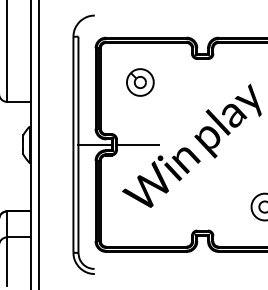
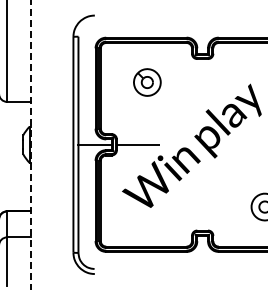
part at (140, 82) position: (140, 82) -> (147, 82)
line at (31, 144): solid -> dashed
line at (39, 144): present -> none
